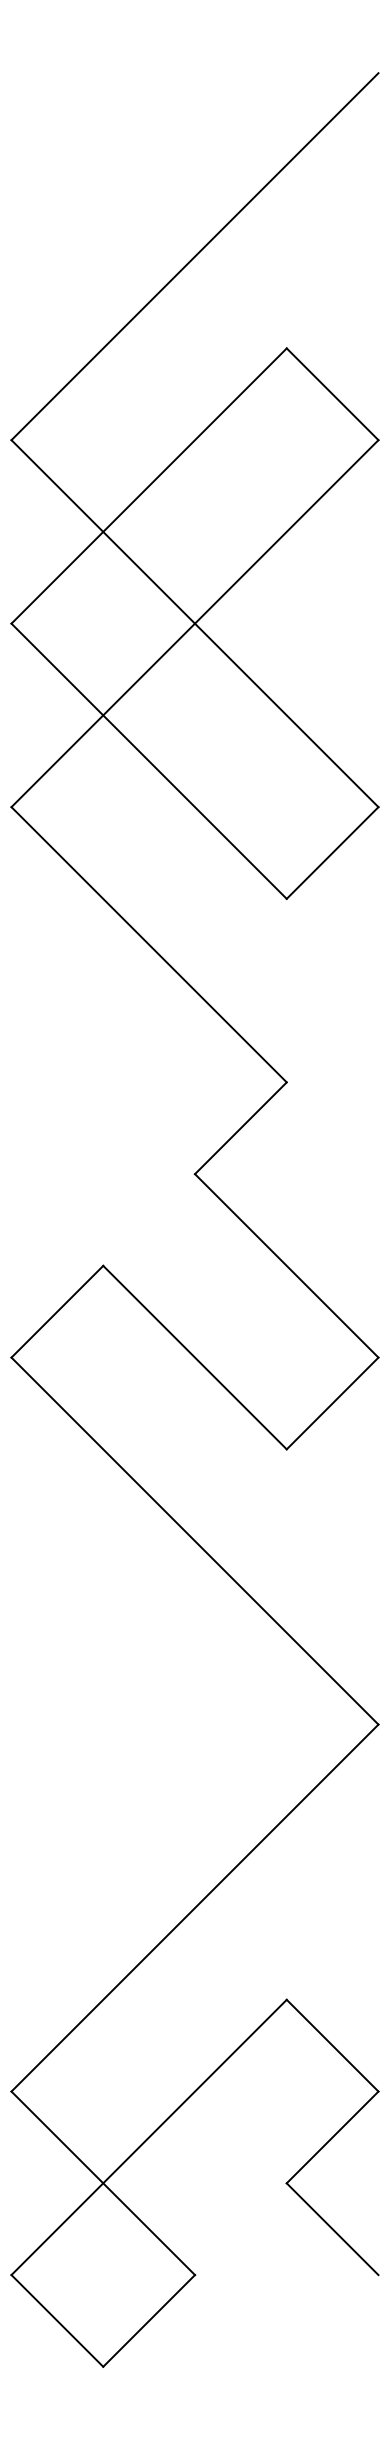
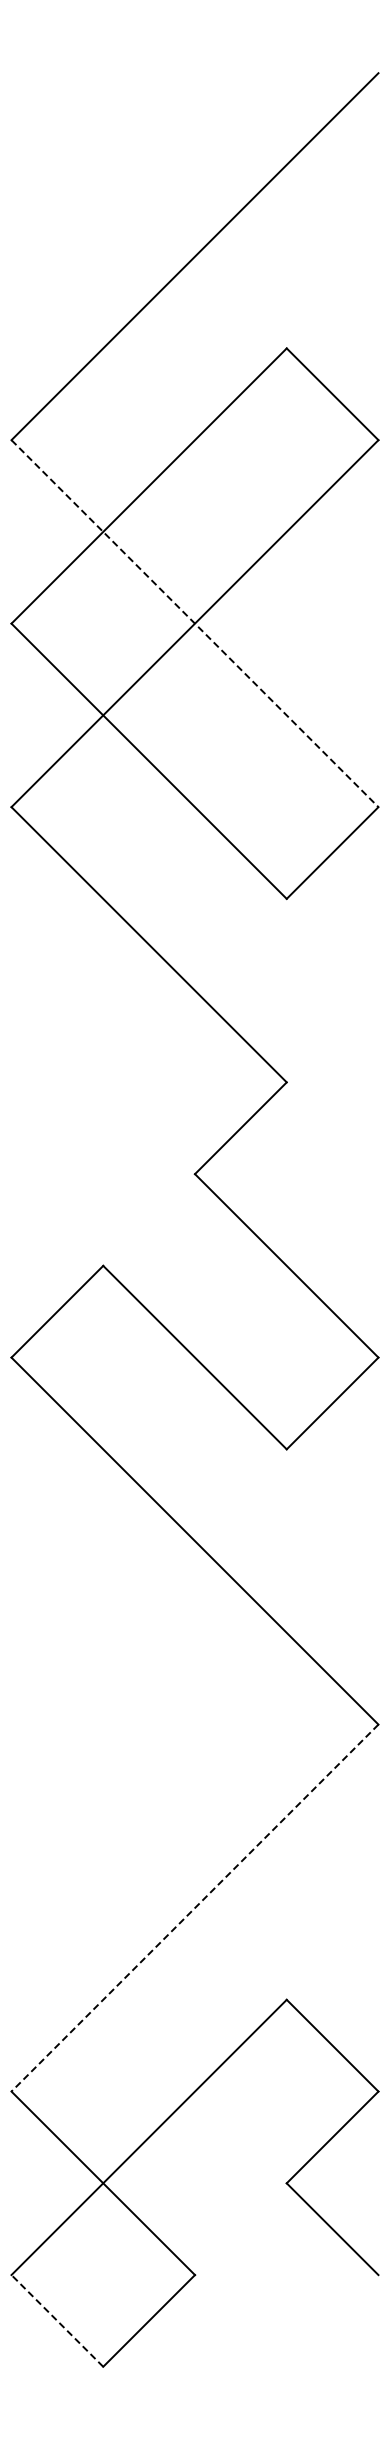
line at (195, 624): solid -> dashed
line at (194, 1908): solid -> dashed
line at (57, 2320): solid -> dashed
